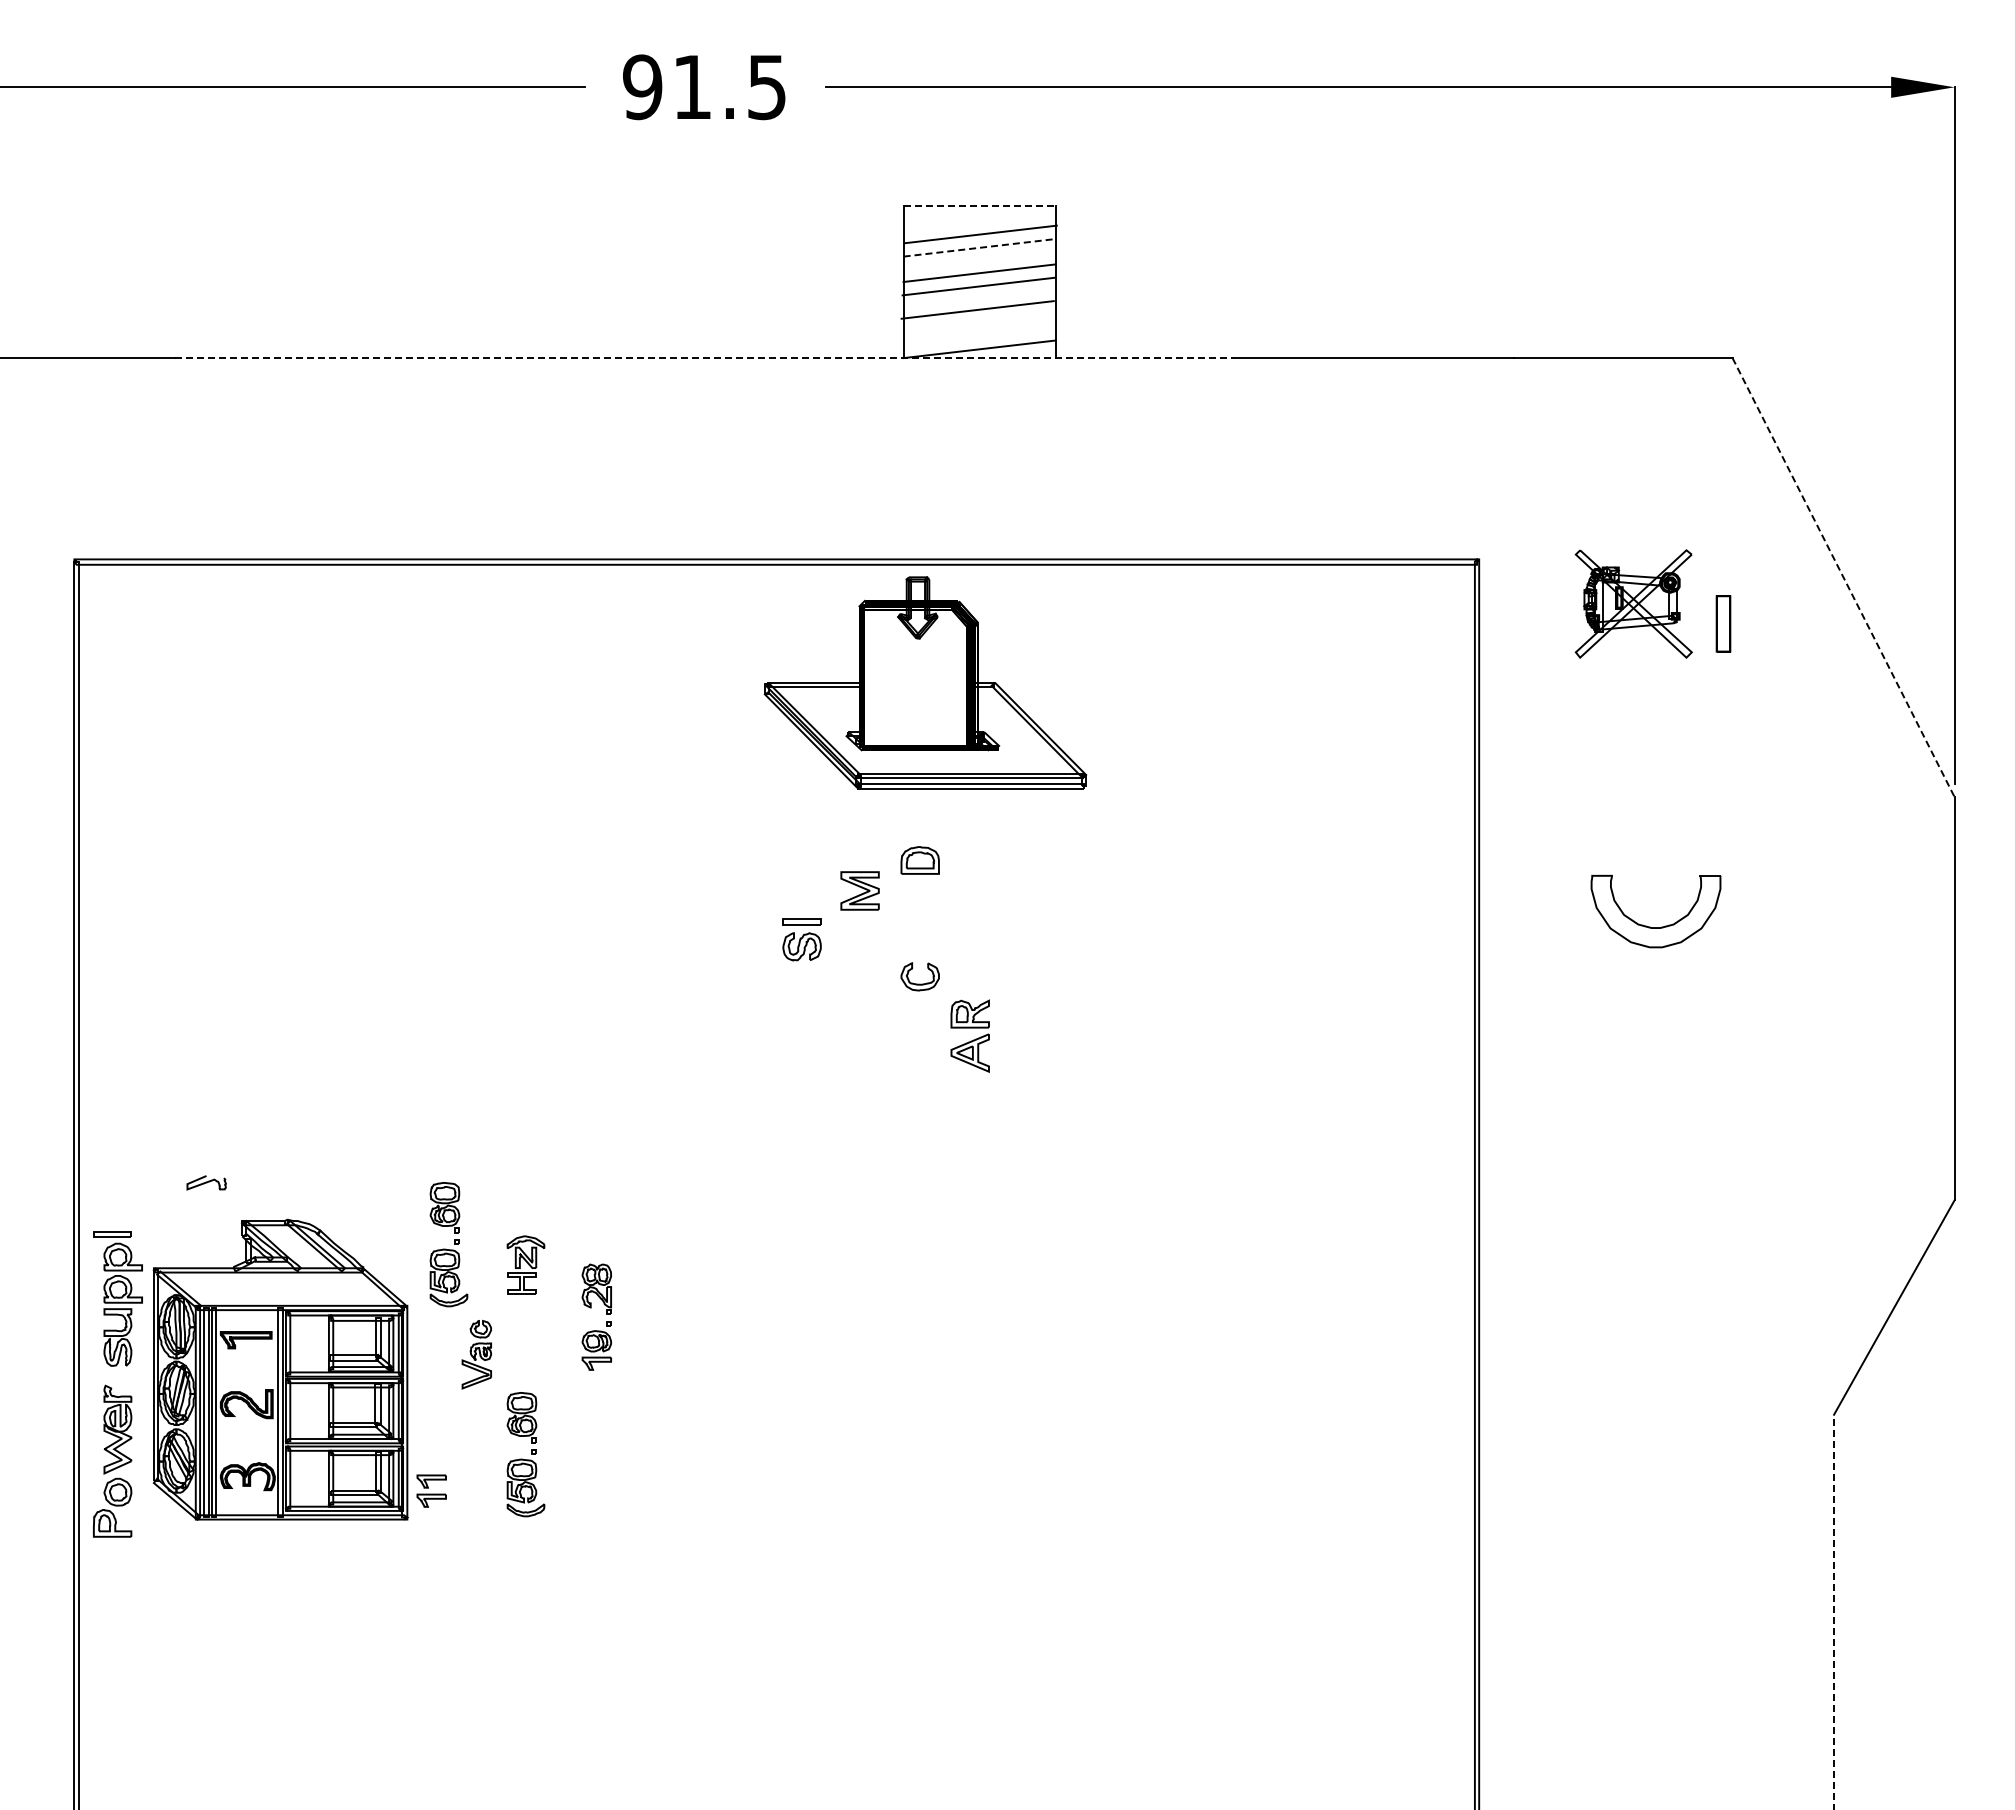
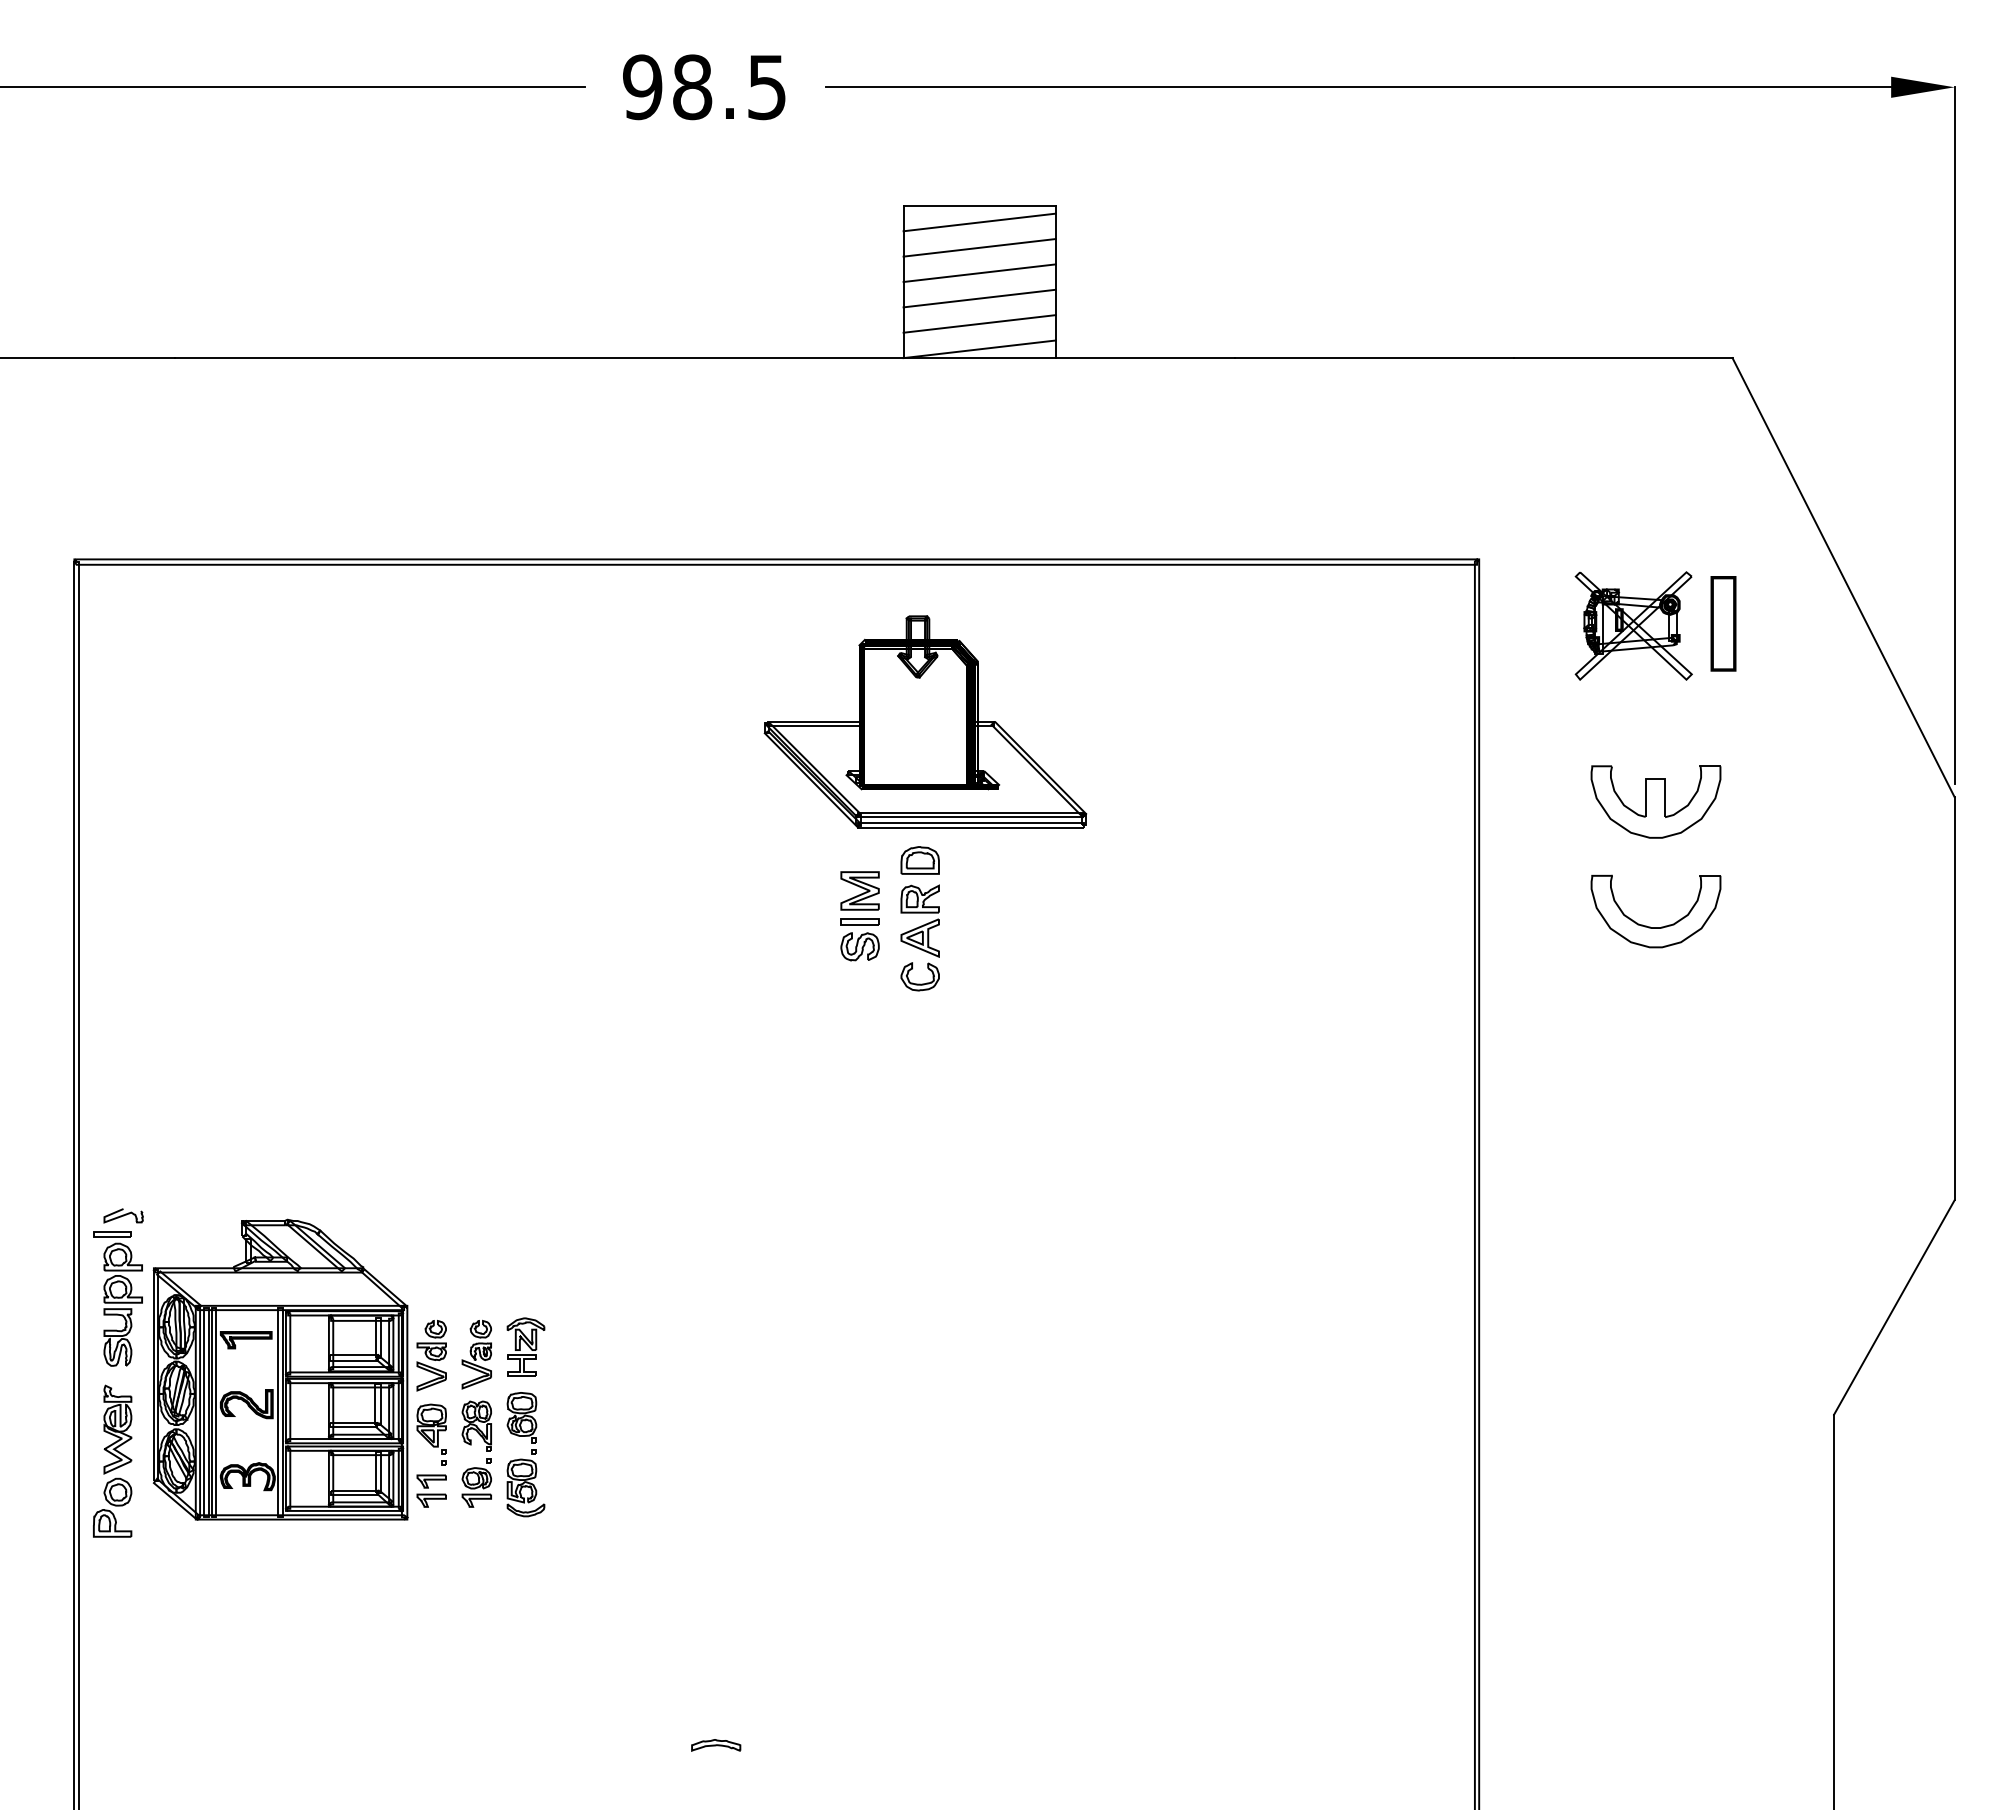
text at (692, 87): 91.5 -> 98.5
line at (980, 205): dashed -> solid
line at (980, 234) position: (980, 234) -> (979, 222)
line at (979, 247): dashed -> solid
line at (978, 286) position: (978, 286) -> (979, 298)
line at (977, 309) position: (977, 309) -> (979, 323)
line at (705, 358): dashed -> solid
line at (1843, 577): dashed -> solid
part at (1633, 603) position: (1633, 603) -> (1633, 625)
part at (1723, 623) size: 17x58 px -> 27x96 px
part at (925, 682) position: (925, 682) -> (925, 721)
part at (1655, 801): none -> present
part at (801, 939) position: (801, 939) -> (859, 939)
part at (969, 1035) position: (969, 1035) -> (919, 920)
curve at (206, 1182) position: (206, 1182) -> (123, 1215)
part at (448, 1244): present -> none
part at (525, 1264) position: (525, 1264) -> (525, 1346)
part at (591, 1308) position: (591, 1308) -> (471, 1445)
part at (431, 1355): none -> present
part at (431, 1434): none -> present
line at (1834, 1611): dashed -> solid
part at (716, 1745): none -> present
